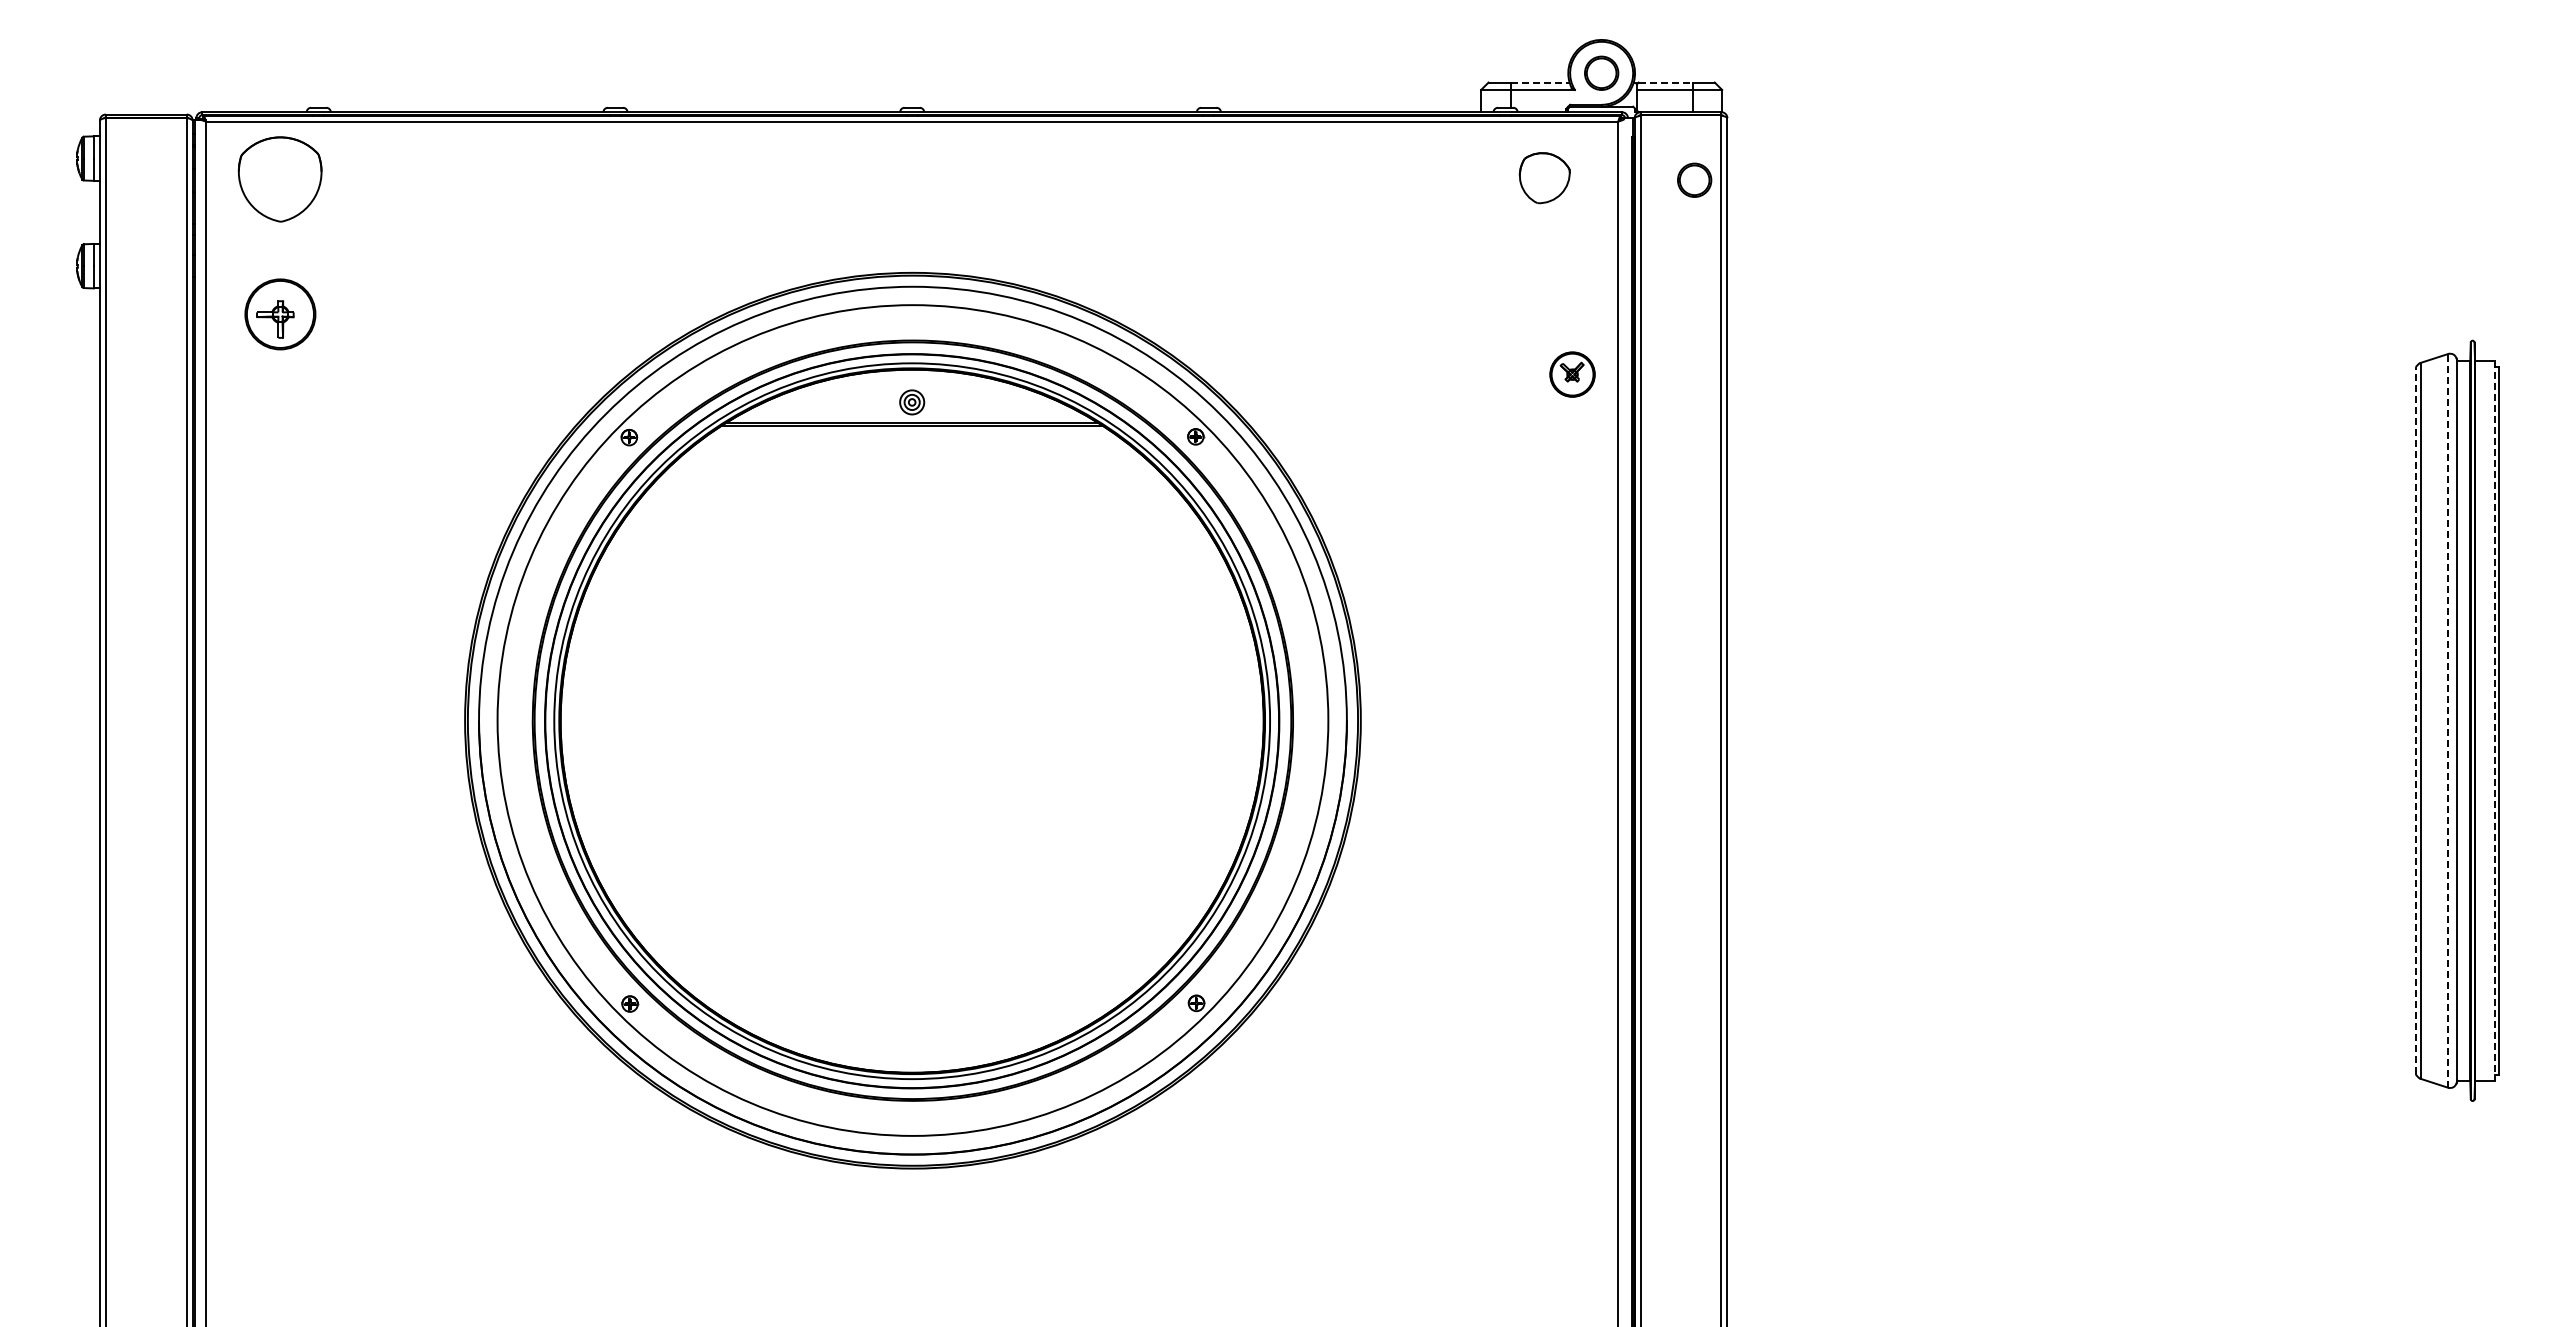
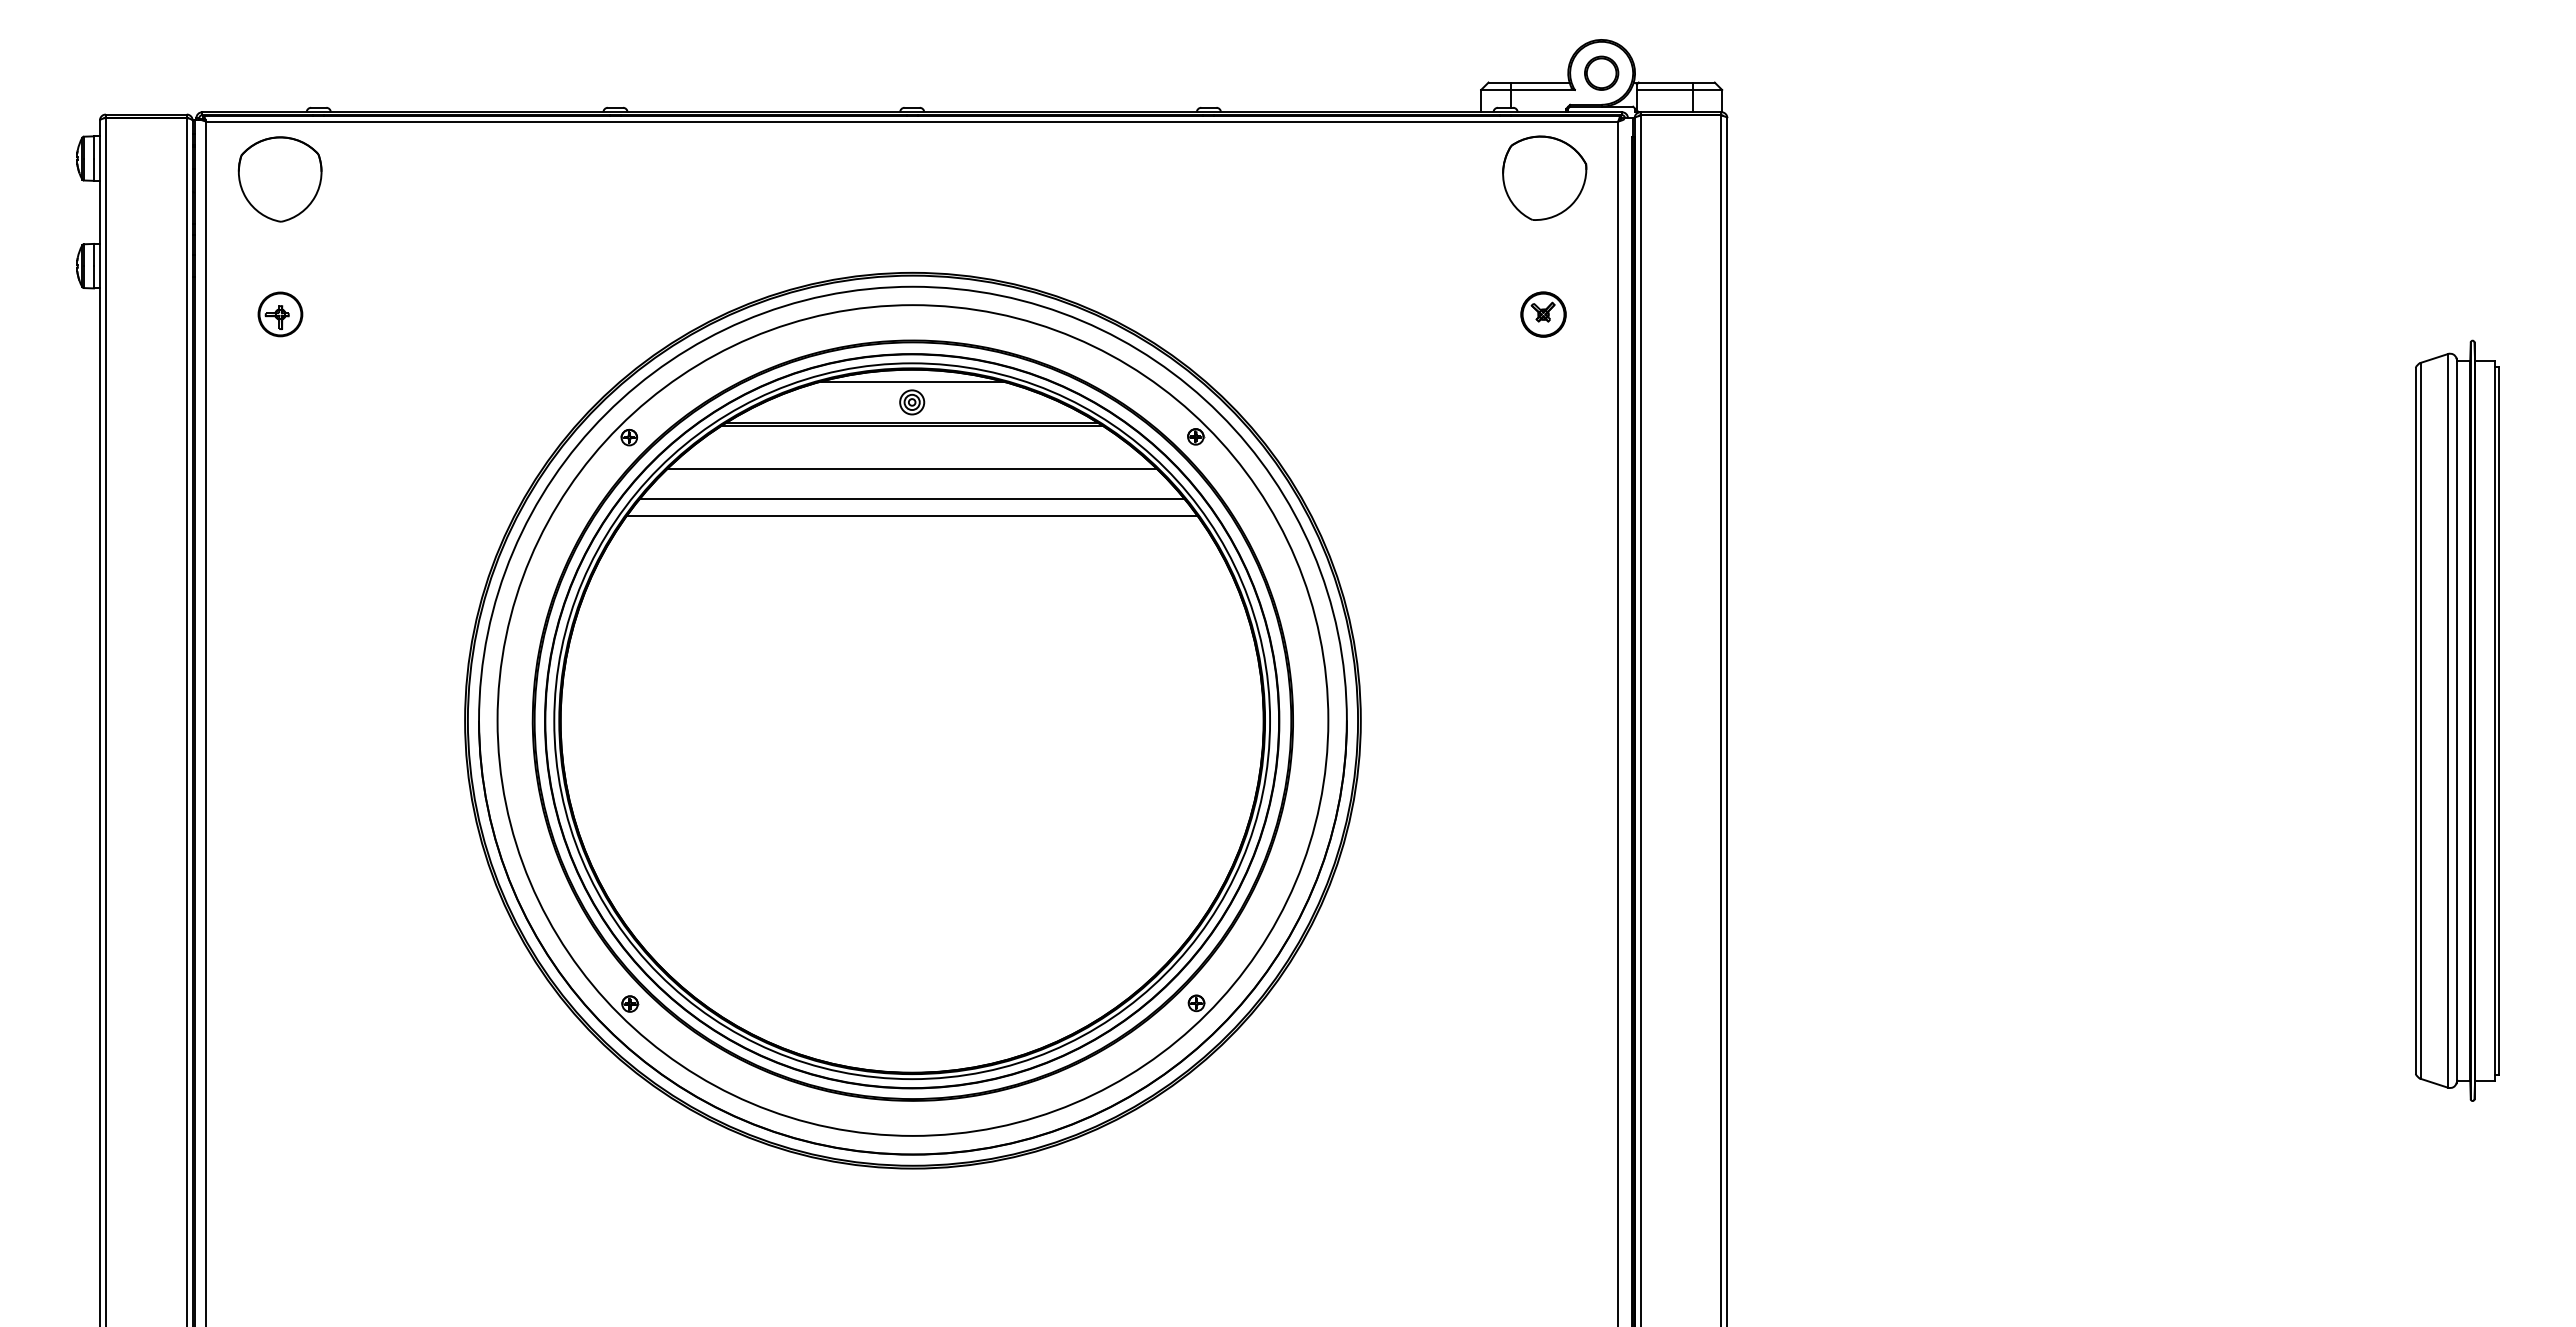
line at (1540, 82): dashed -> solid
line at (1665, 82): dashed -> solid
part at (1544, 178) size: 53x53 px -> 86x86 px
part at (1694, 179): present -> none
part at (280, 314) size: 73x73 px -> 47x47 px
part at (1572, 374) position: (1572, 374) -> (1543, 314)
line at (911, 381): none -> present
line at (911, 468): none -> present
line at (911, 499): none -> present
line at (911, 516): none -> present
line at (2415, 720): dashed -> solid
line at (2448, 720): dashed -> solid
line at (2494, 720): dashed -> solid
